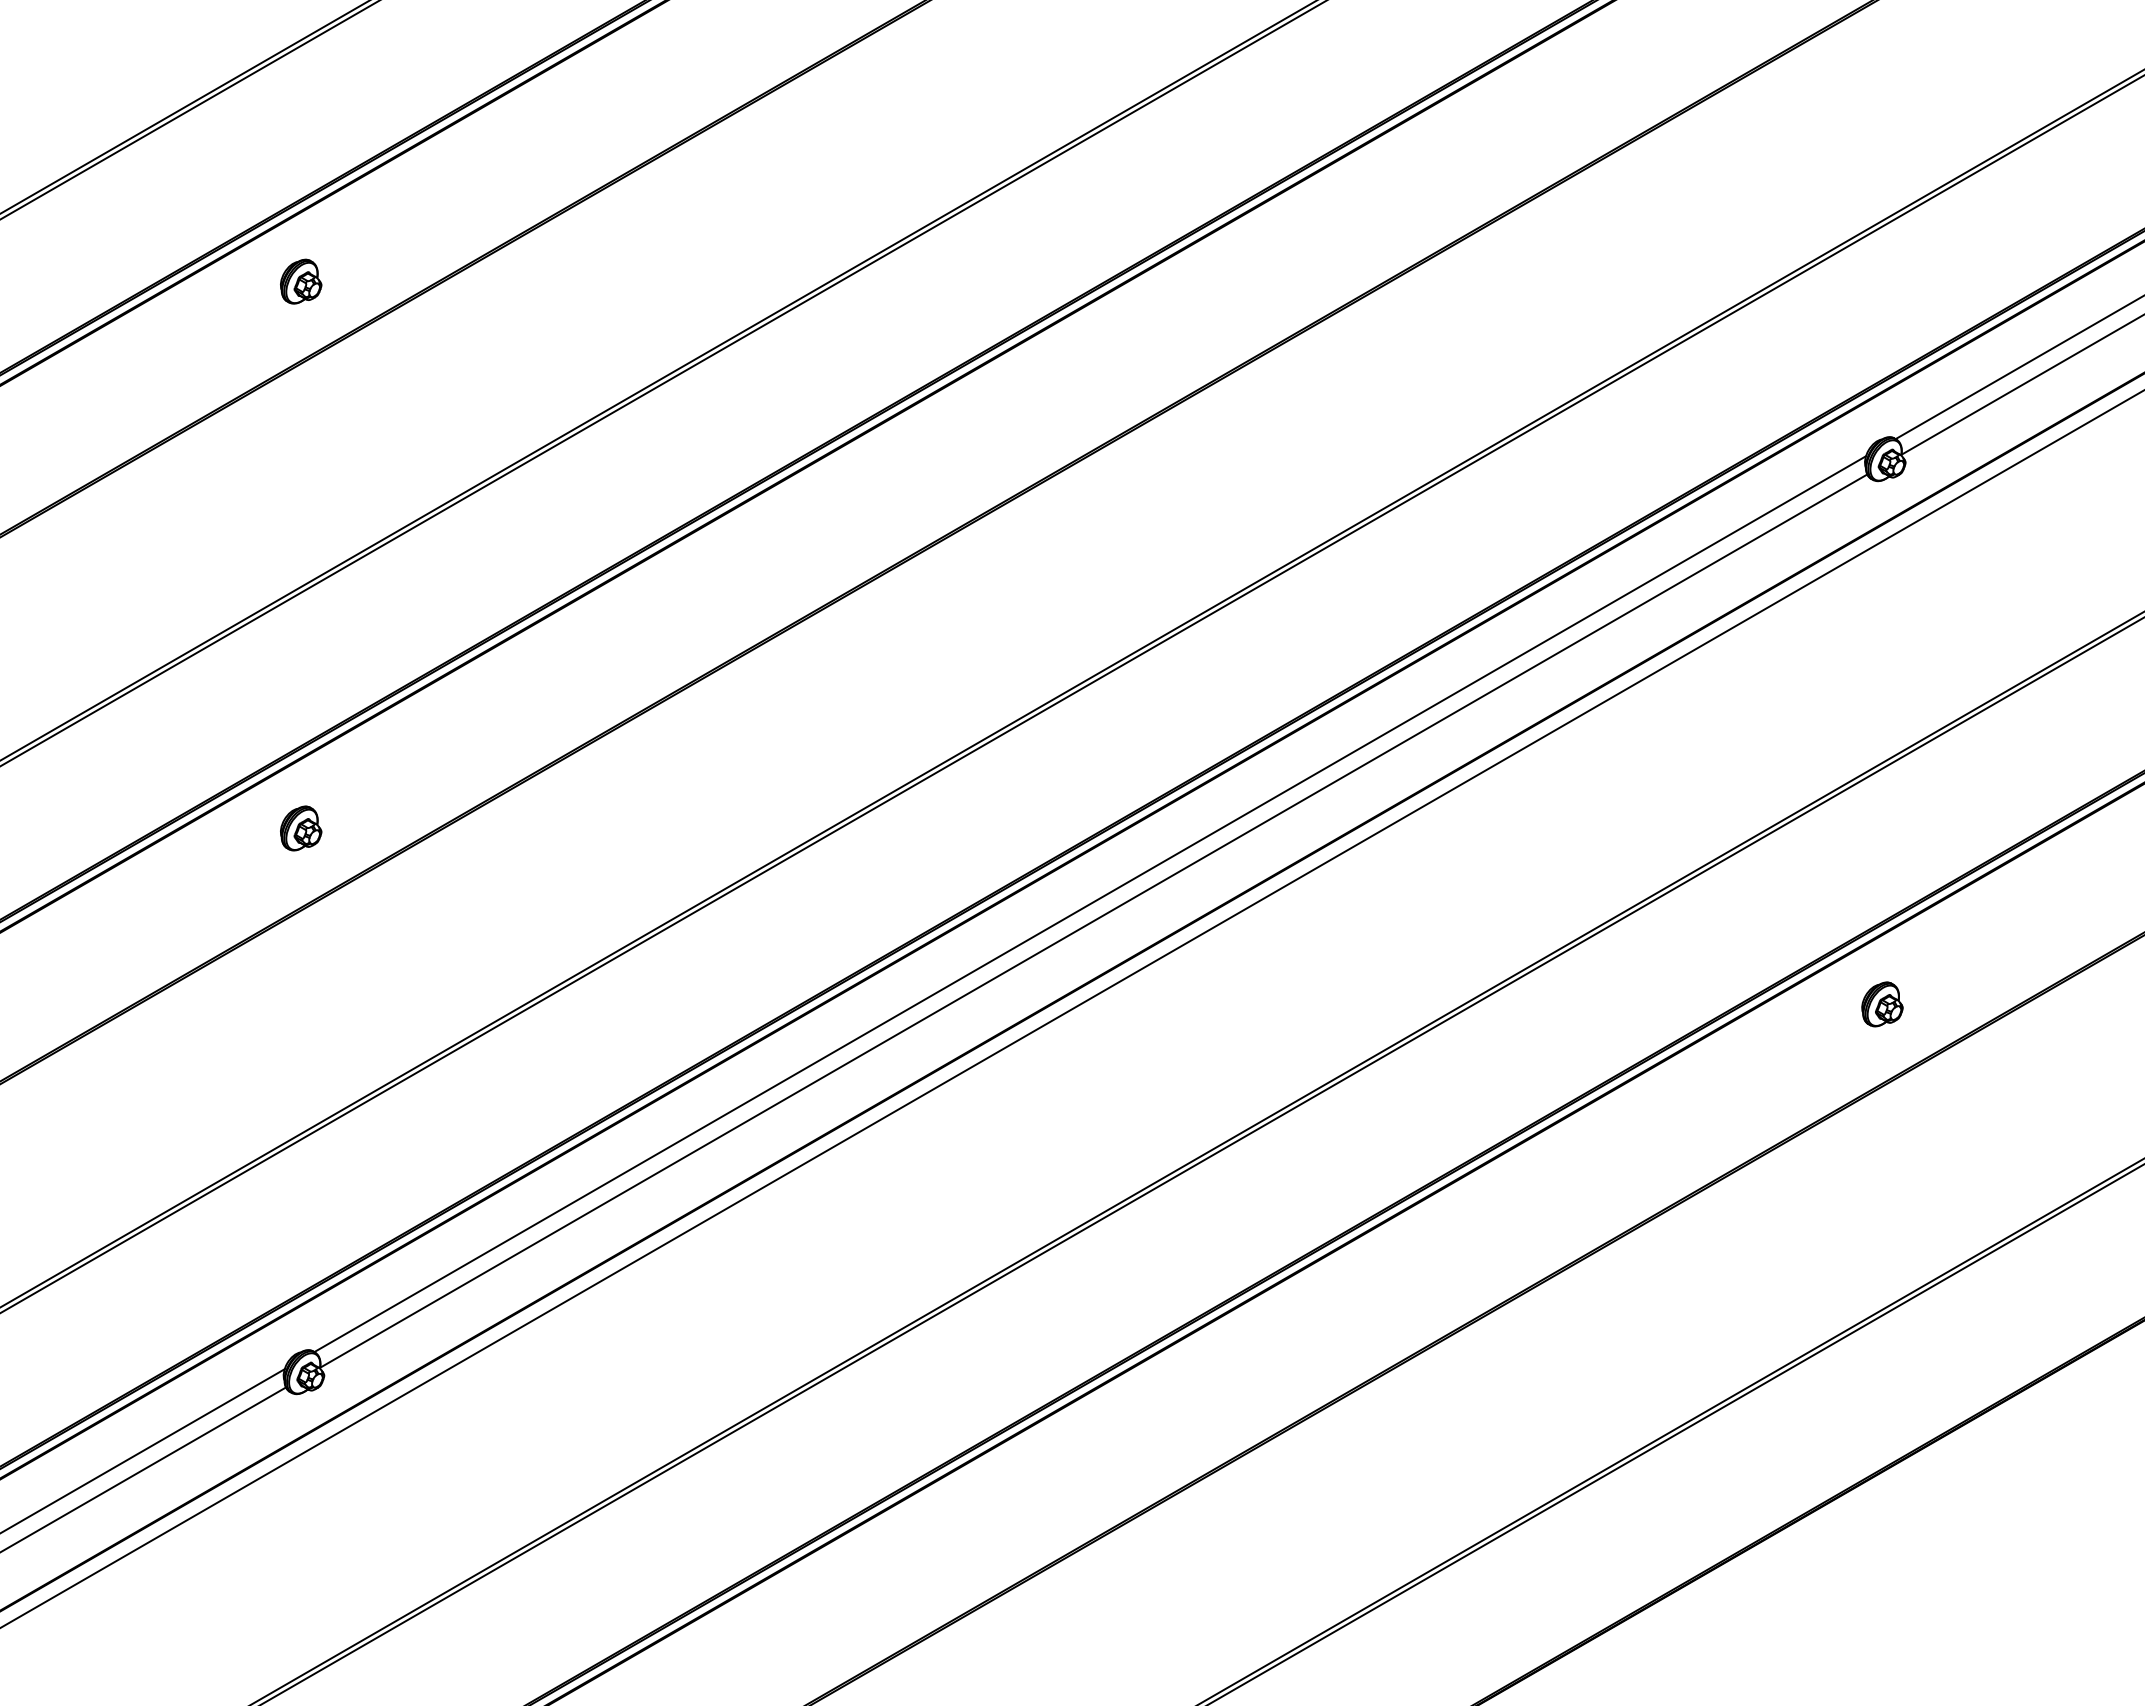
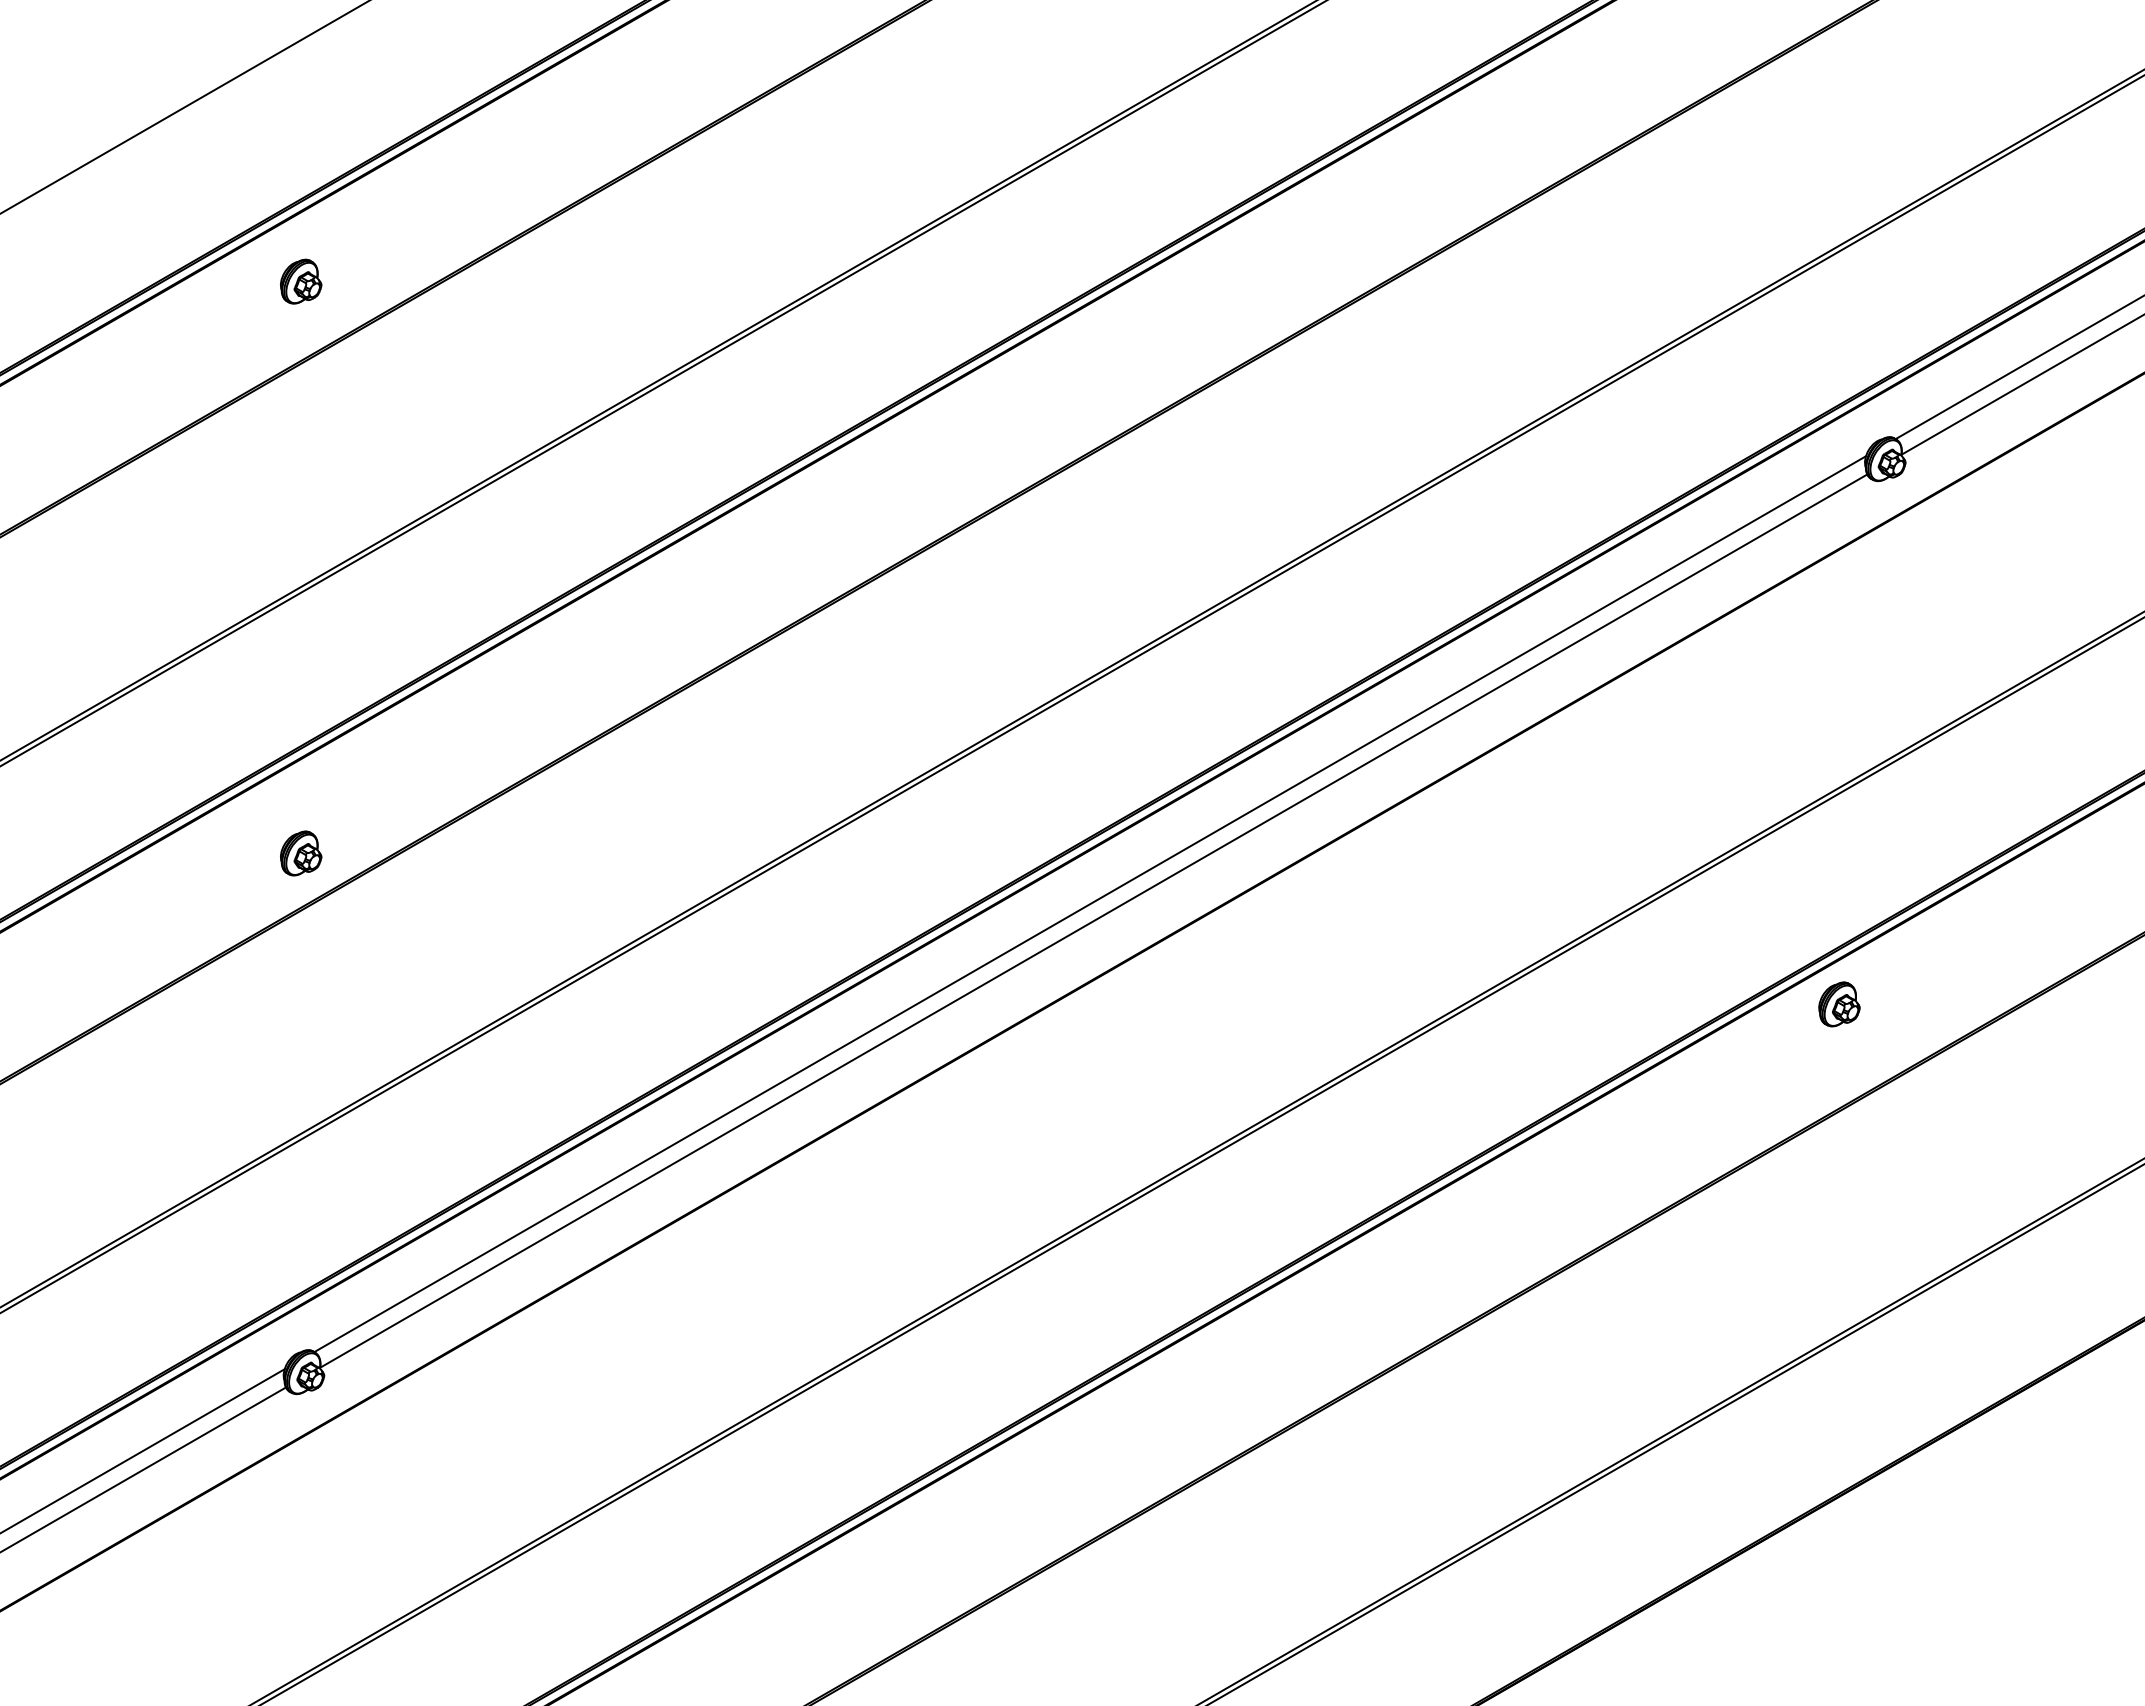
line at (189, 110): present -> none
part at (301, 828) position: (301, 828) -> (301, 853)
part at (1882, 1004) position: (1882, 1004) -> (1839, 1004)
line at (1071, 1009): present -> none
